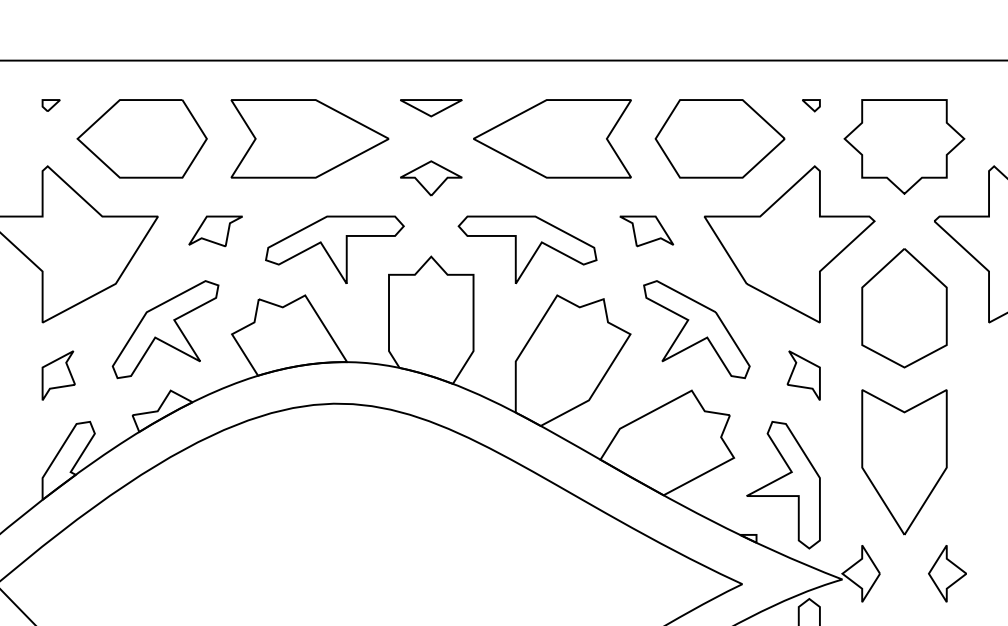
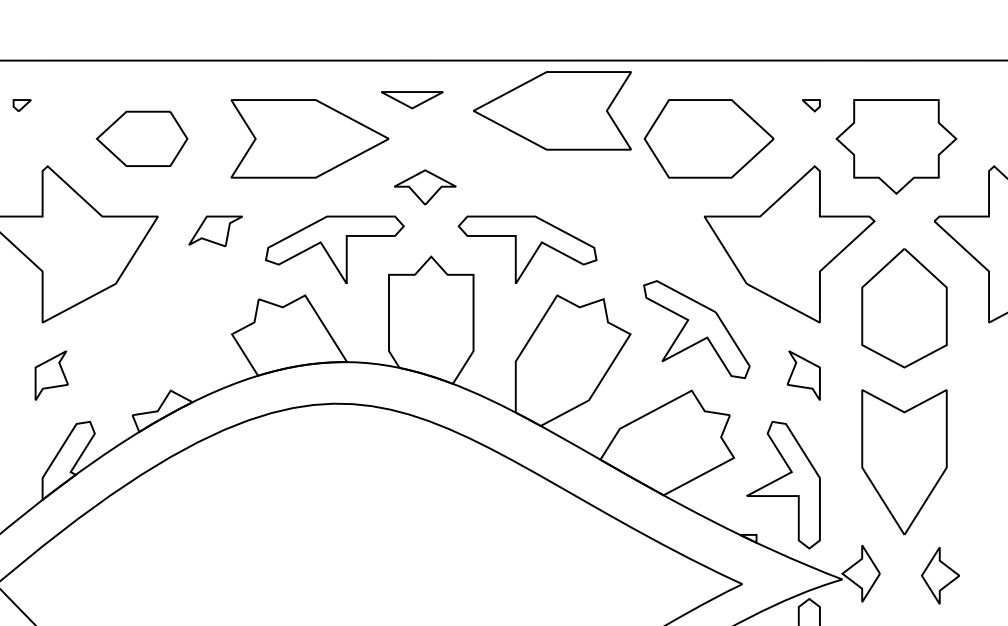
part at (50, 105) position: (50, 105) -> (21, 105)
part at (431, 108) position: (431, 108) -> (412, 100)
part at (141, 138) size: 132x80 px -> 94x57 px
part at (552, 138) position: (552, 138) -> (552, 110)
part at (719, 138) position: (719, 138) -> (708, 138)
part at (904, 146) position: (904, 146) -> (896, 146)
part at (431, 178) position: (431, 178) -> (425, 187)
part at (646, 231): present -> none
part at (165, 329): present -> none
part at (58, 375) position: (58, 375) -> (51, 375)
part at (947, 573) position: (947, 573) -> (940, 575)
